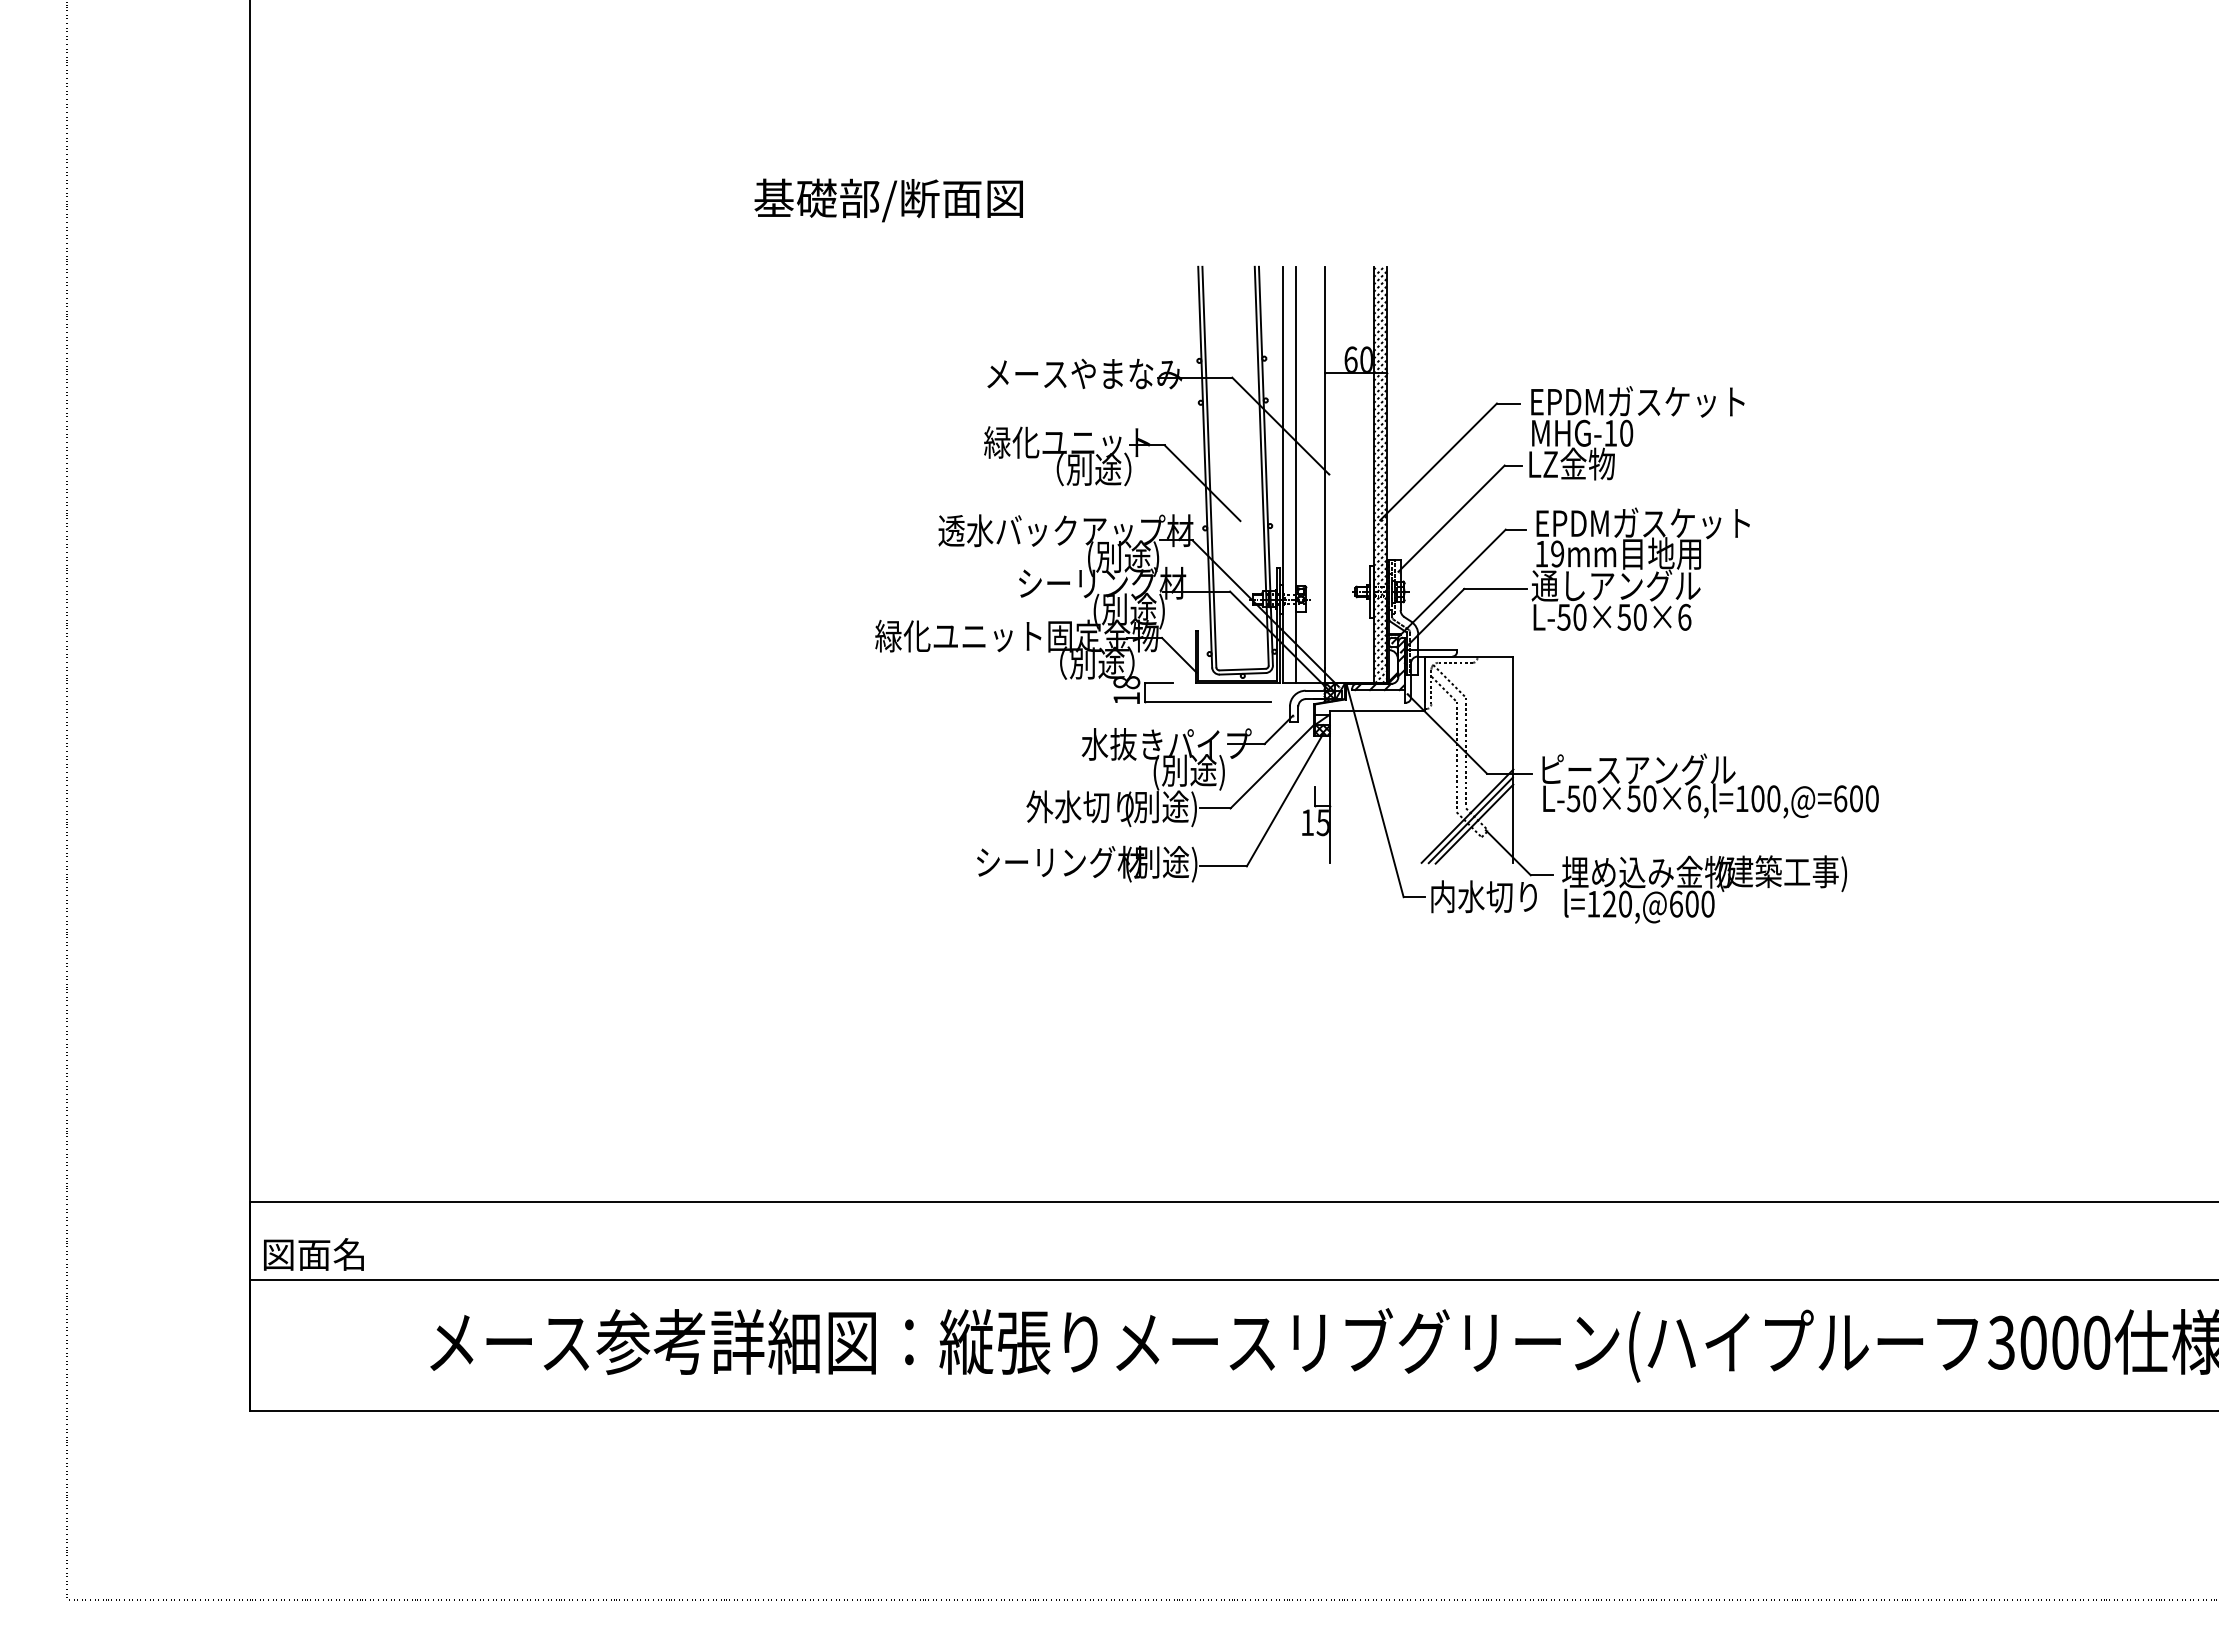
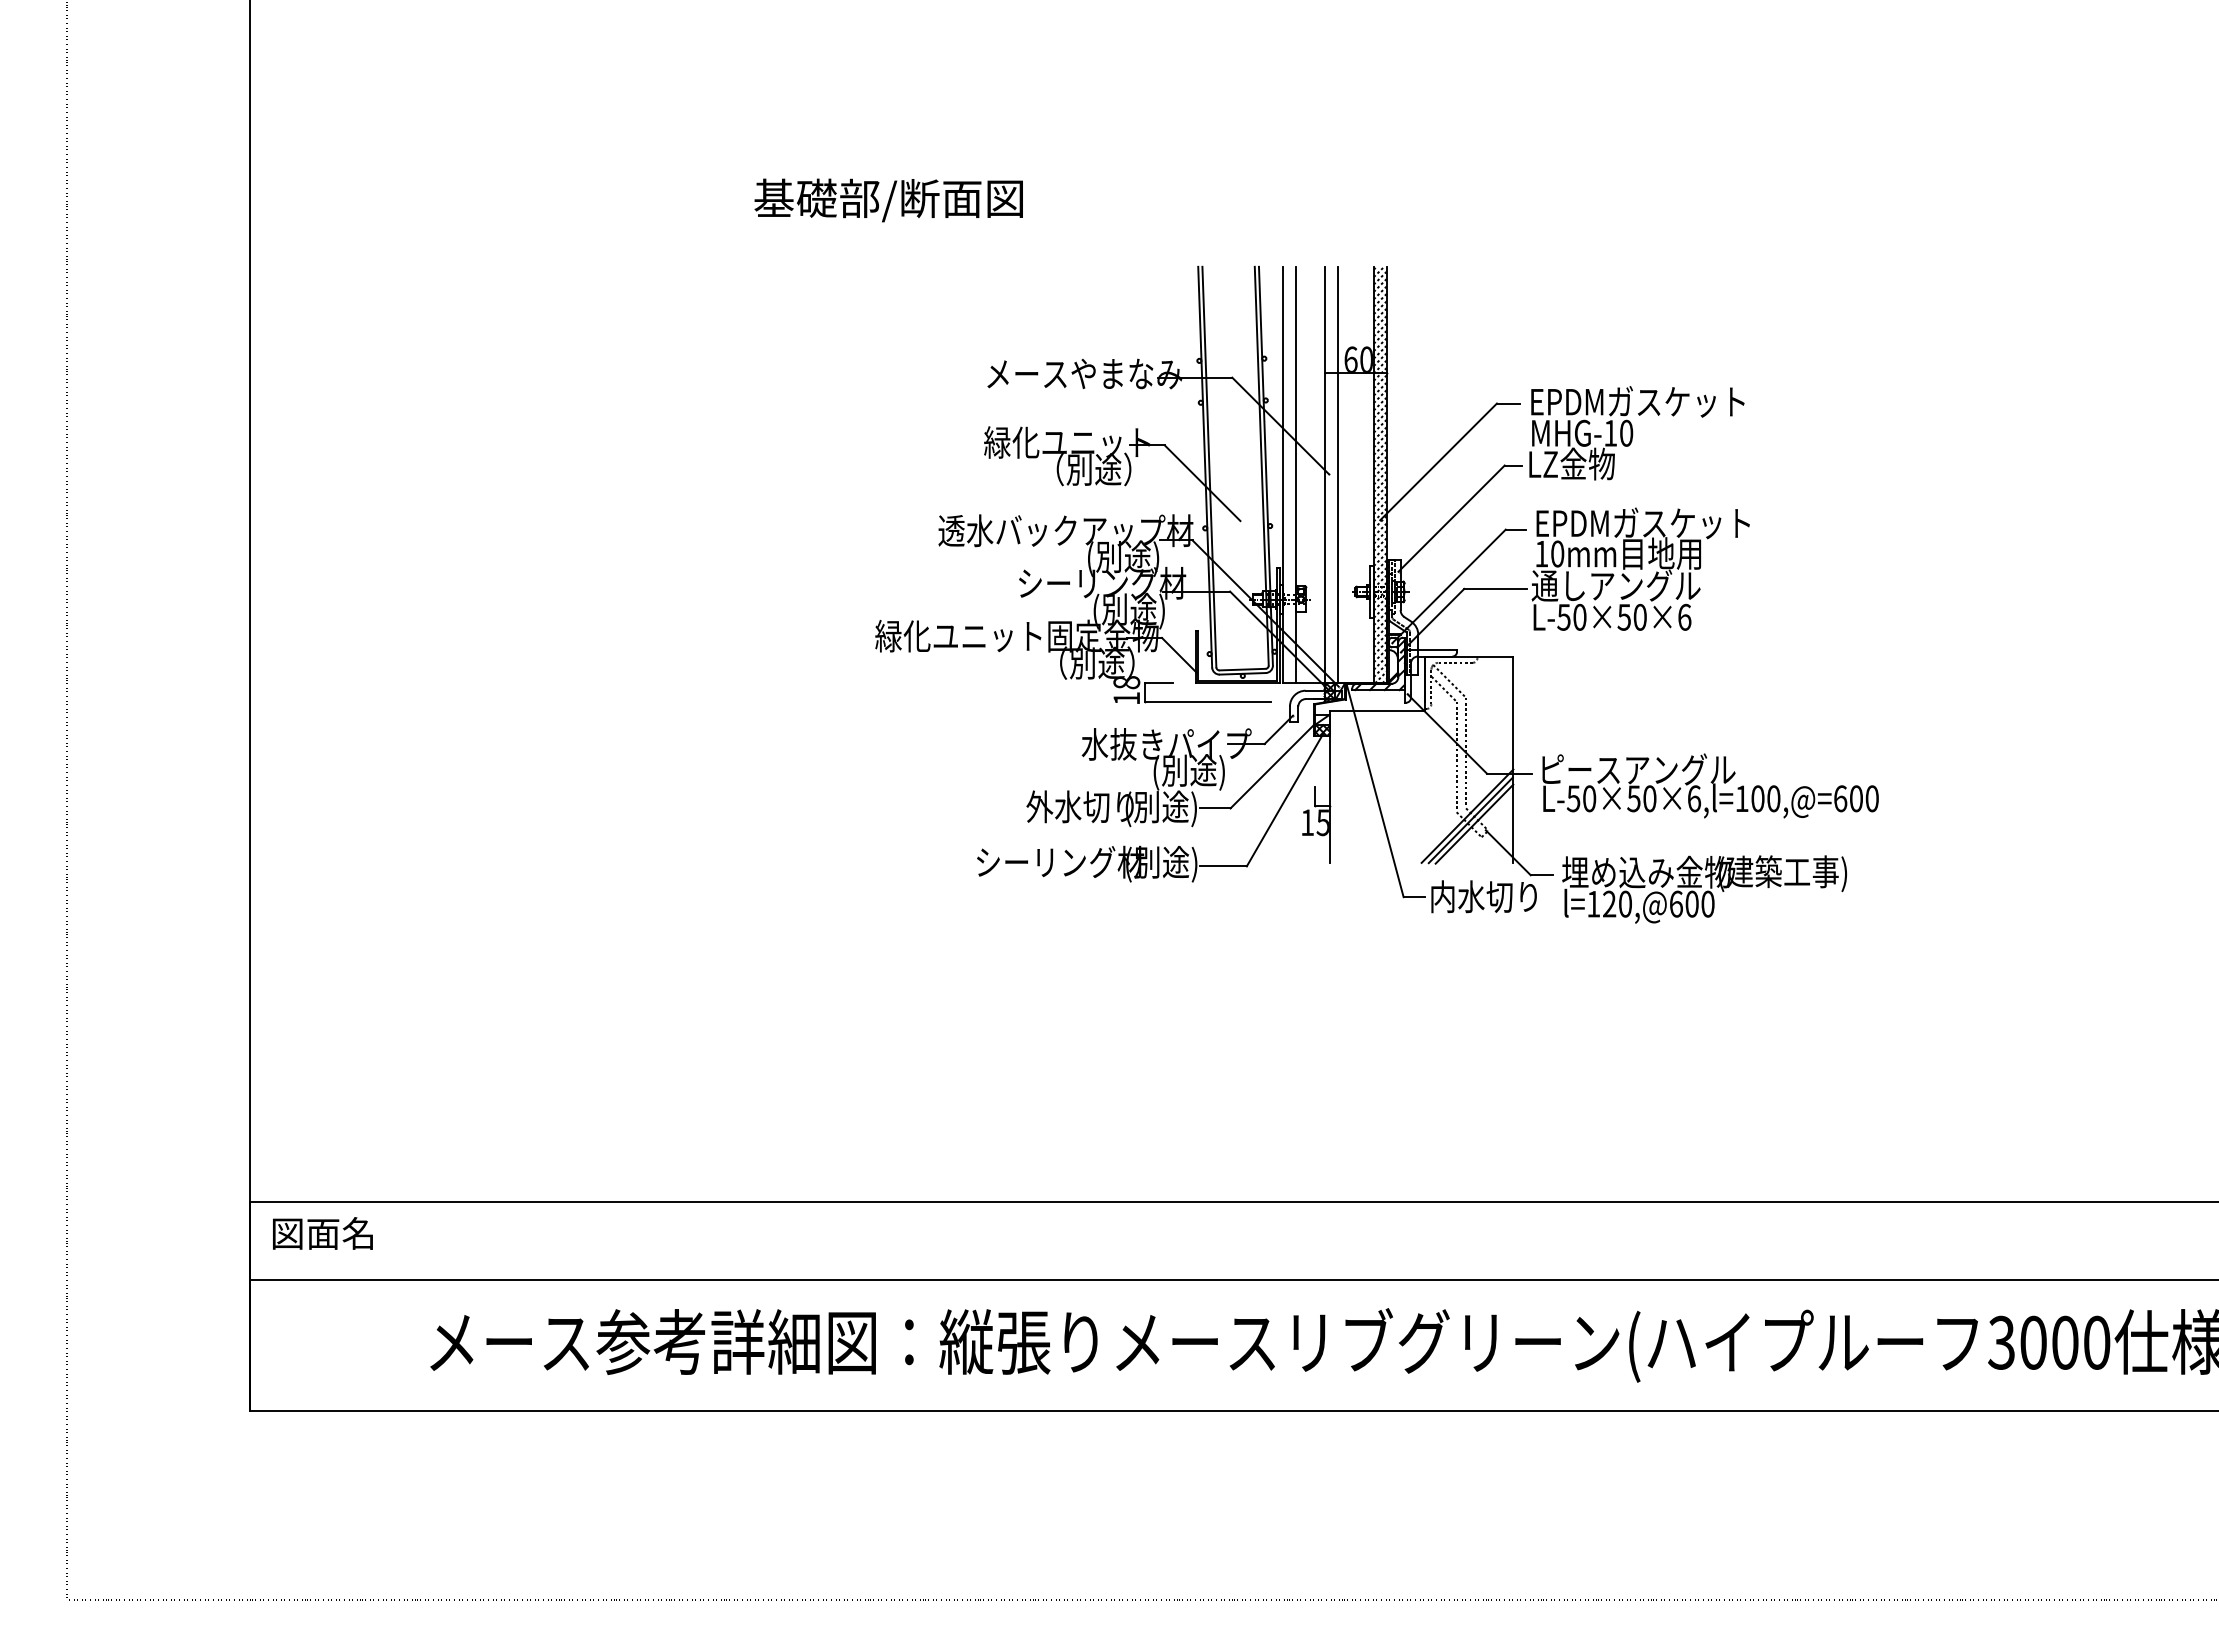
line at (1338, 474): none -> present
text at (1557, 553): 19mm -> 10mm
text at (313, 1254) position: (313, 1254) -> (322, 1233)
